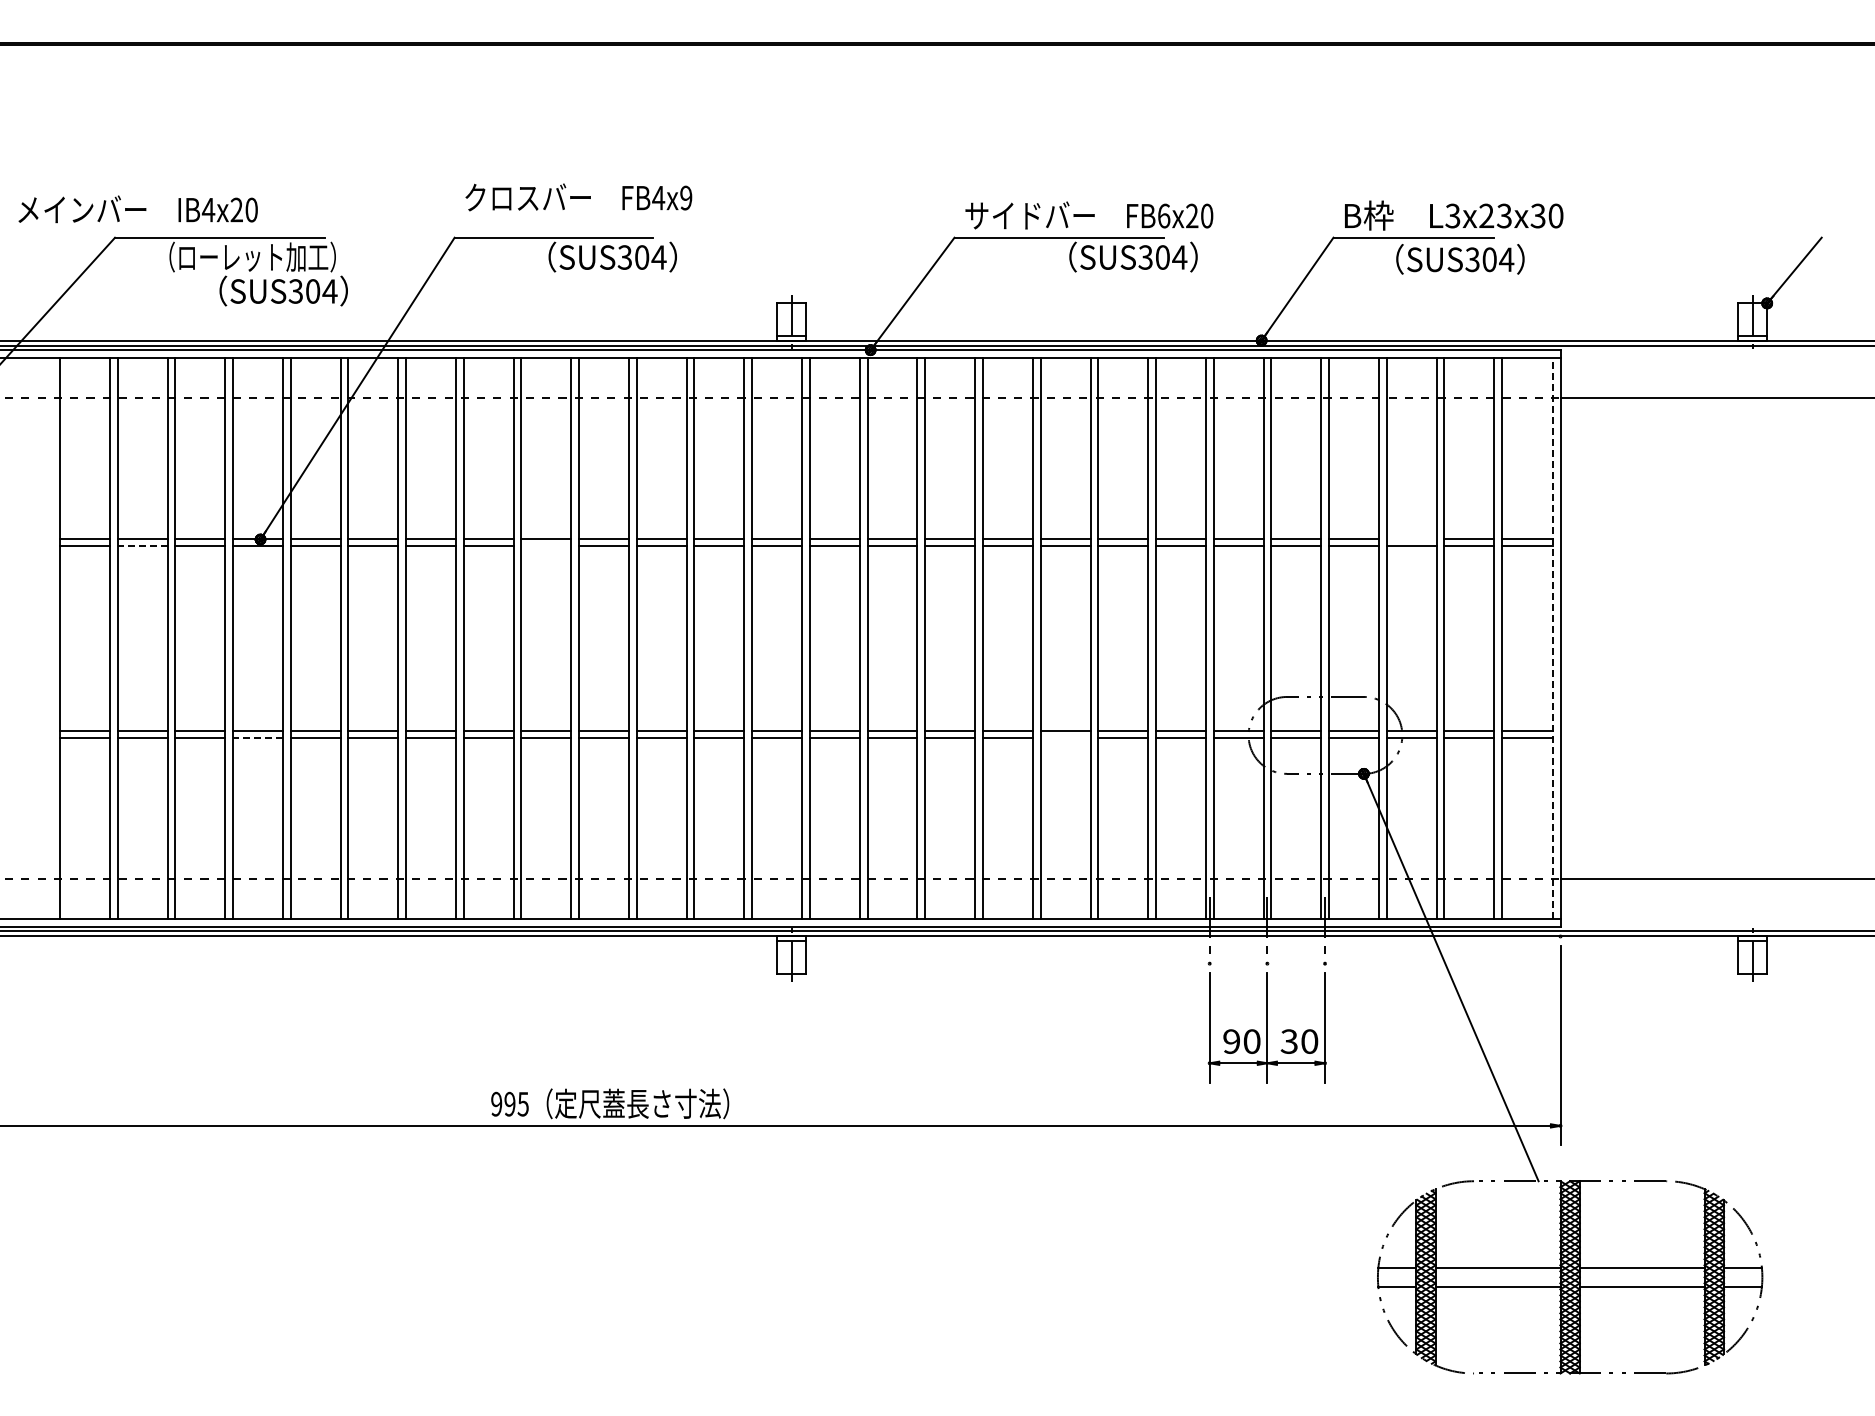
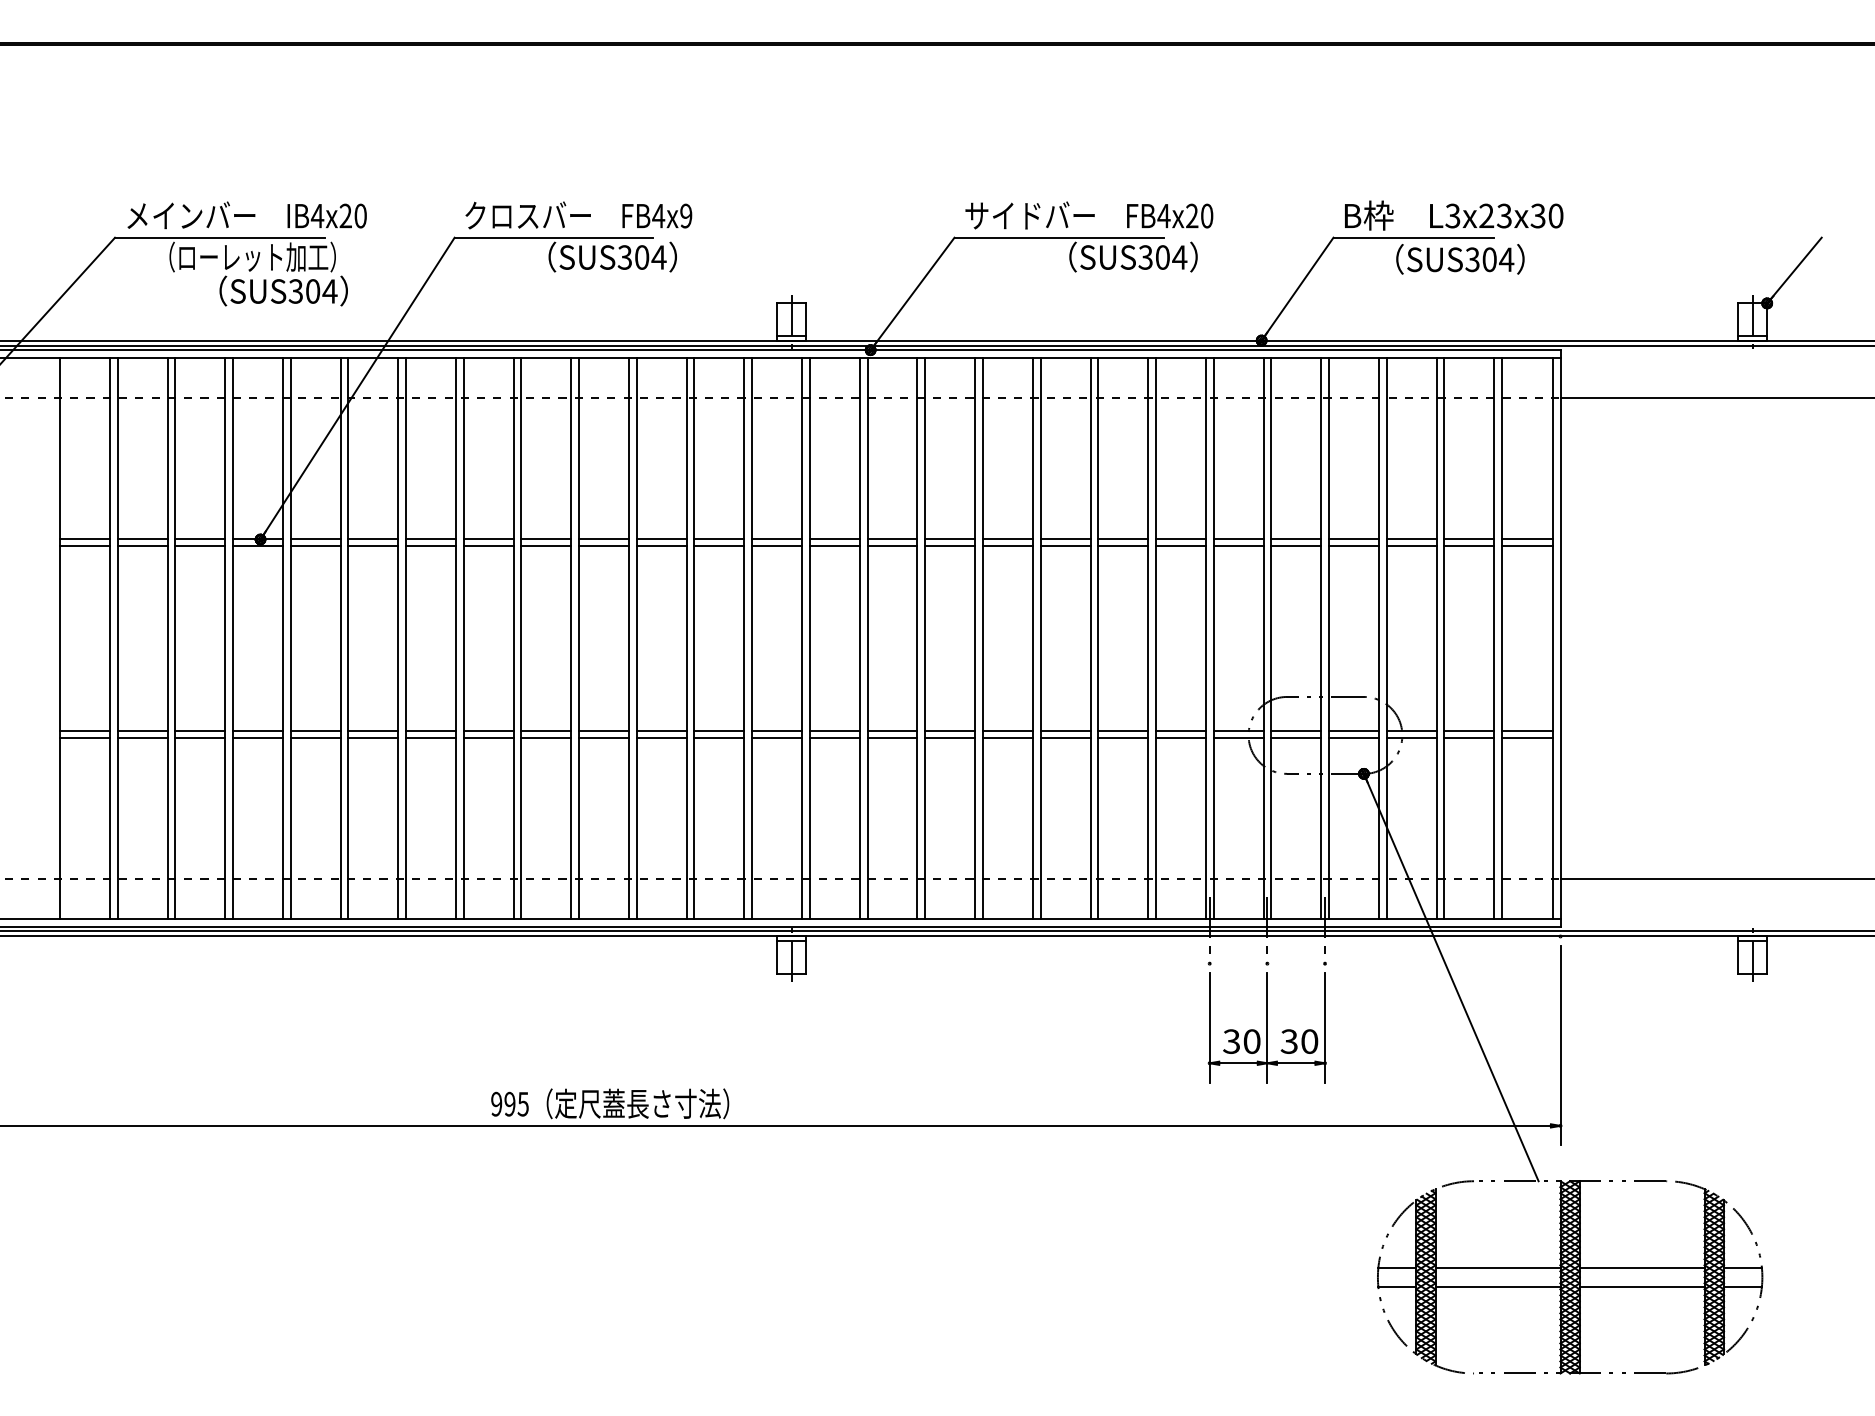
text at (578, 197) position: (578, 197) -> (578, 215)
text at (137, 209) position: (137, 209) -> (246, 215)
text at (1163, 215): FB6x20 -> FB4x20
line at (1411, 538): none -> present
line at (142, 546): dashed -> solid
line at (546, 546): none -> present
line at (1552, 638): dashed -> solid
line at (258, 738): dashed -> solid
line at (1065, 738): none -> present
text at (1231, 1041): 90 -> 30
